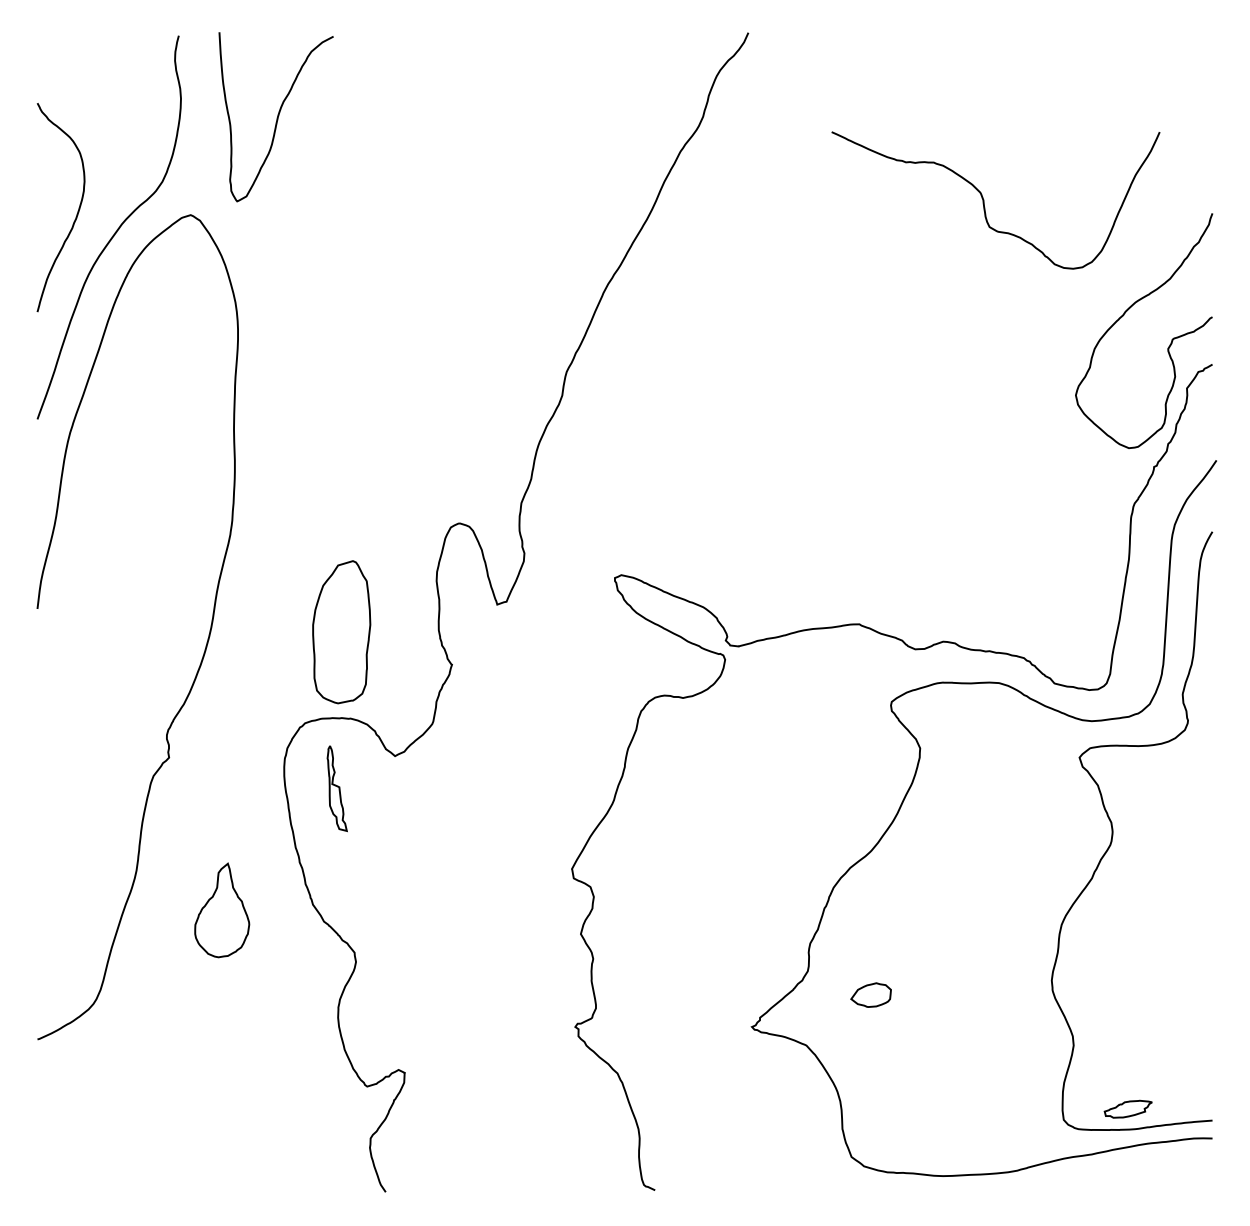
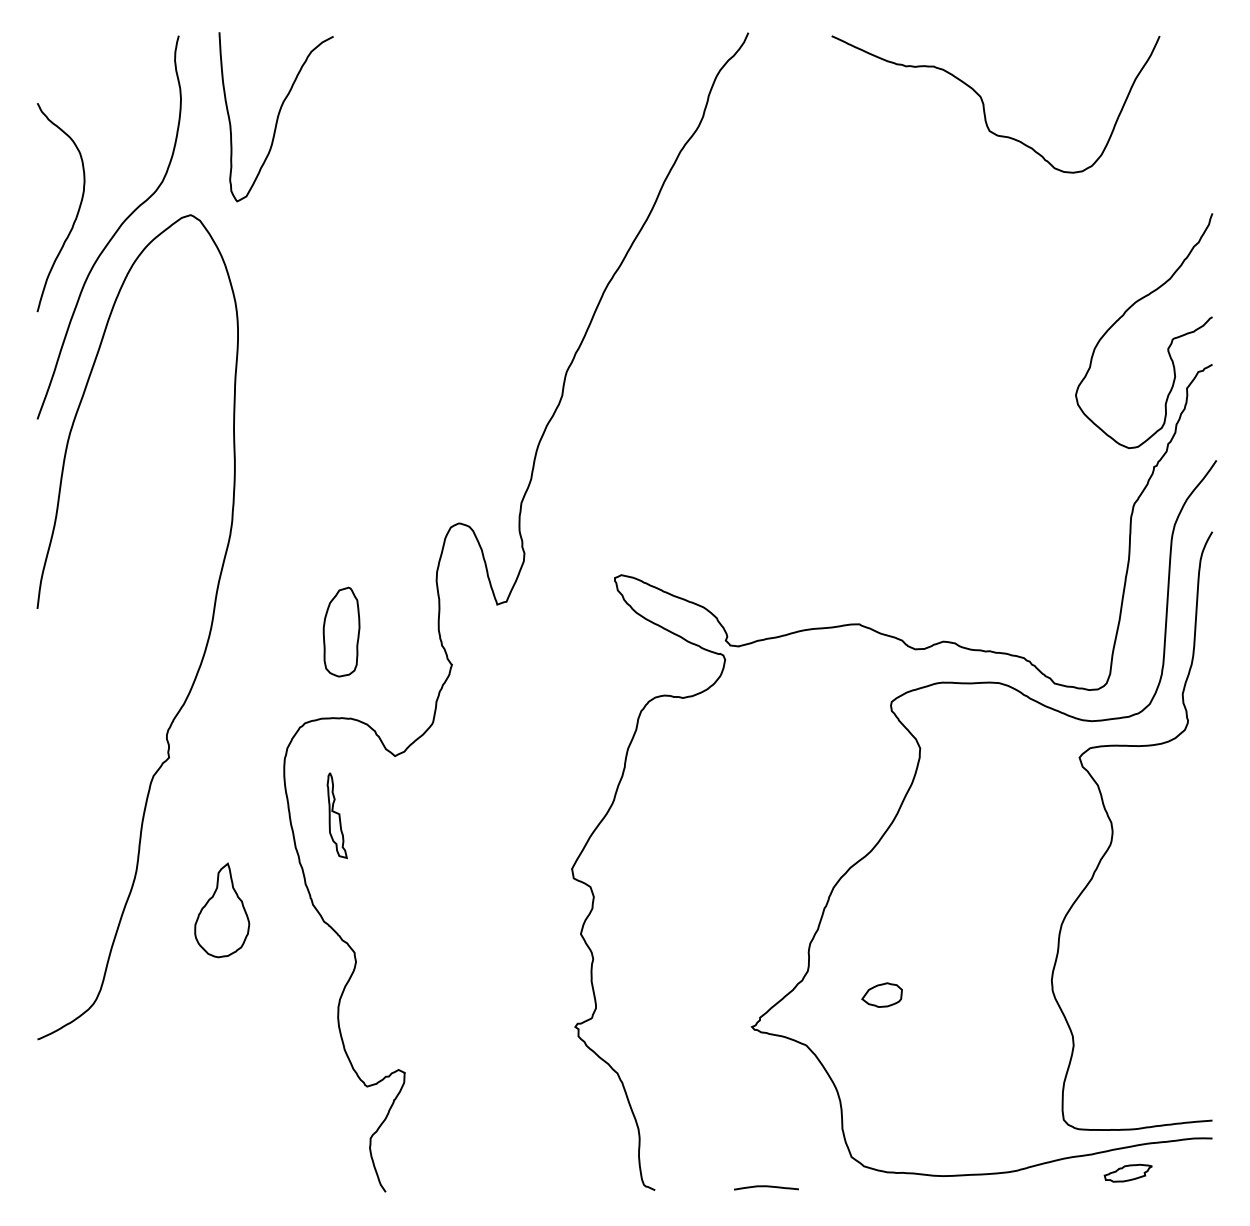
curve at (984, 200) position: (984, 200) -> (984, 104)
part at (341, 632) size: 60x145 px -> 39x92 px
part at (336, 788) position: (336, 788) -> (336, 815)
part at (870, 994) position: (870, 994) -> (881, 994)
part at (1127, 1108) position: (1127, 1108) -> (1127, 1172)
curve at (766, 1187): none -> present
